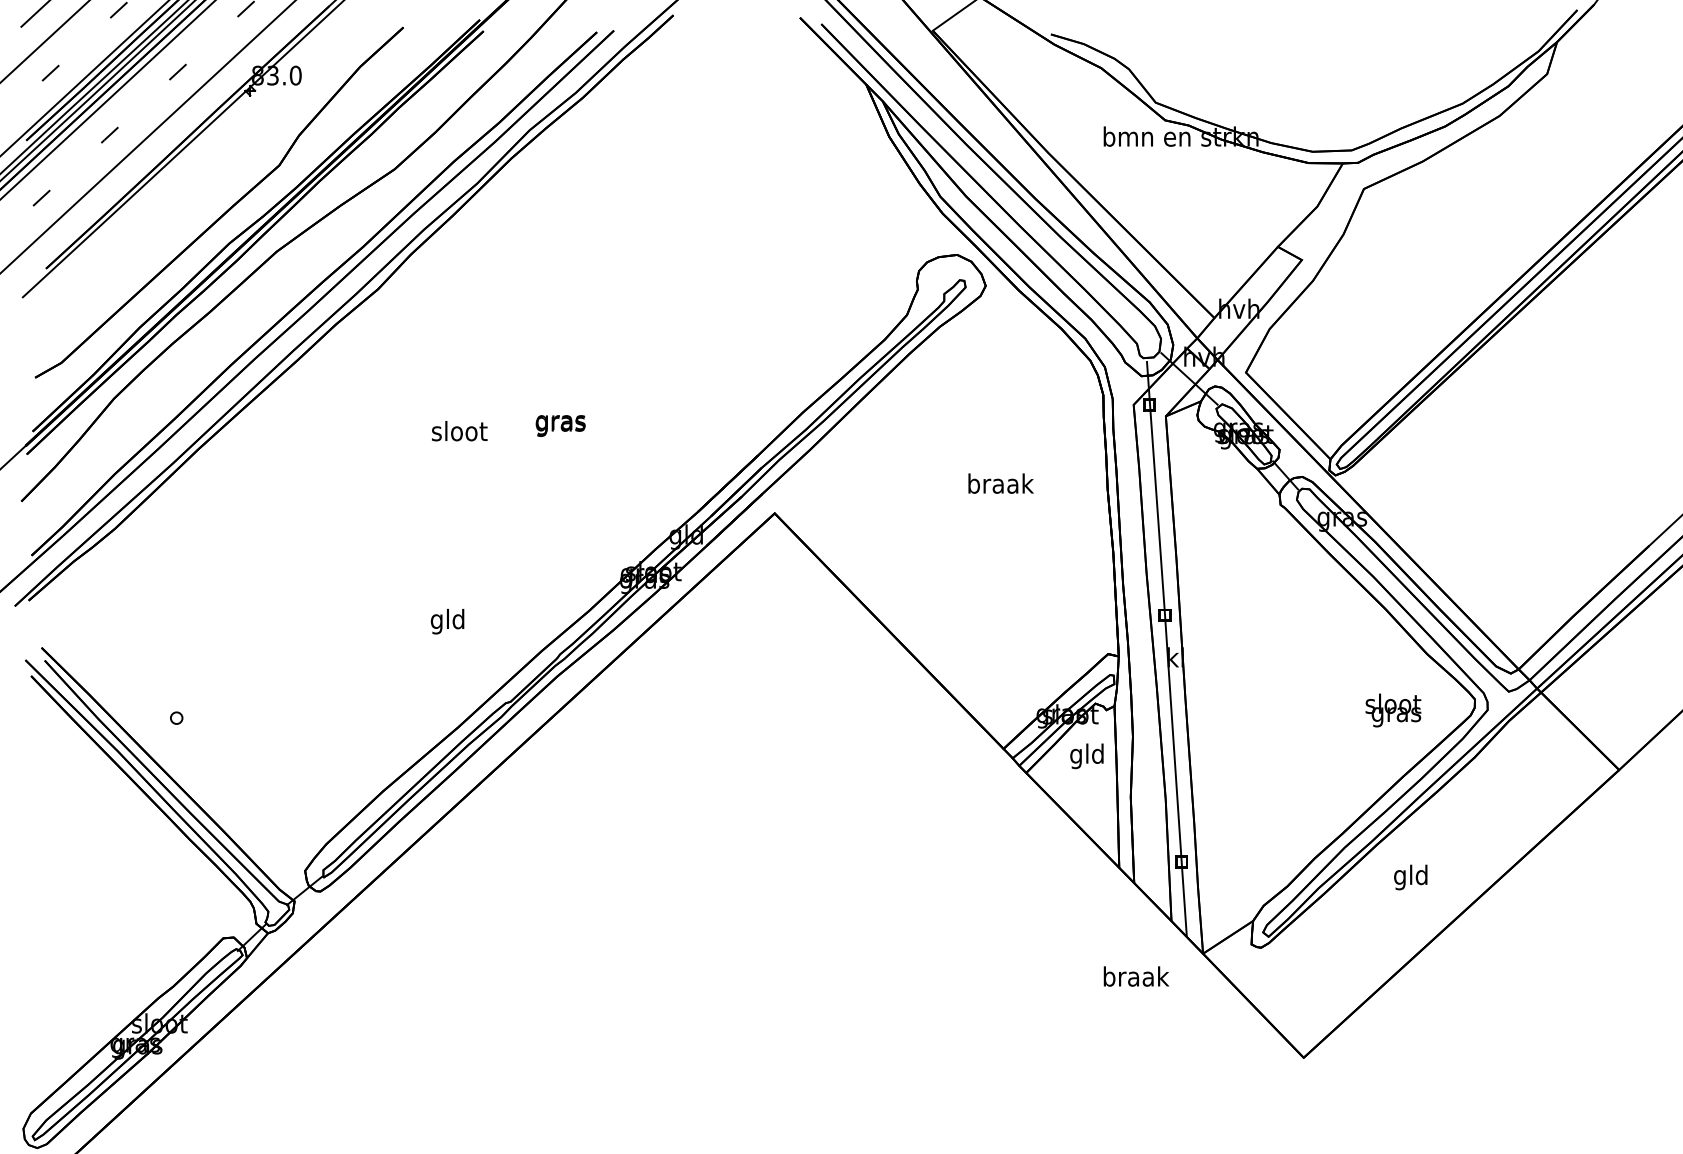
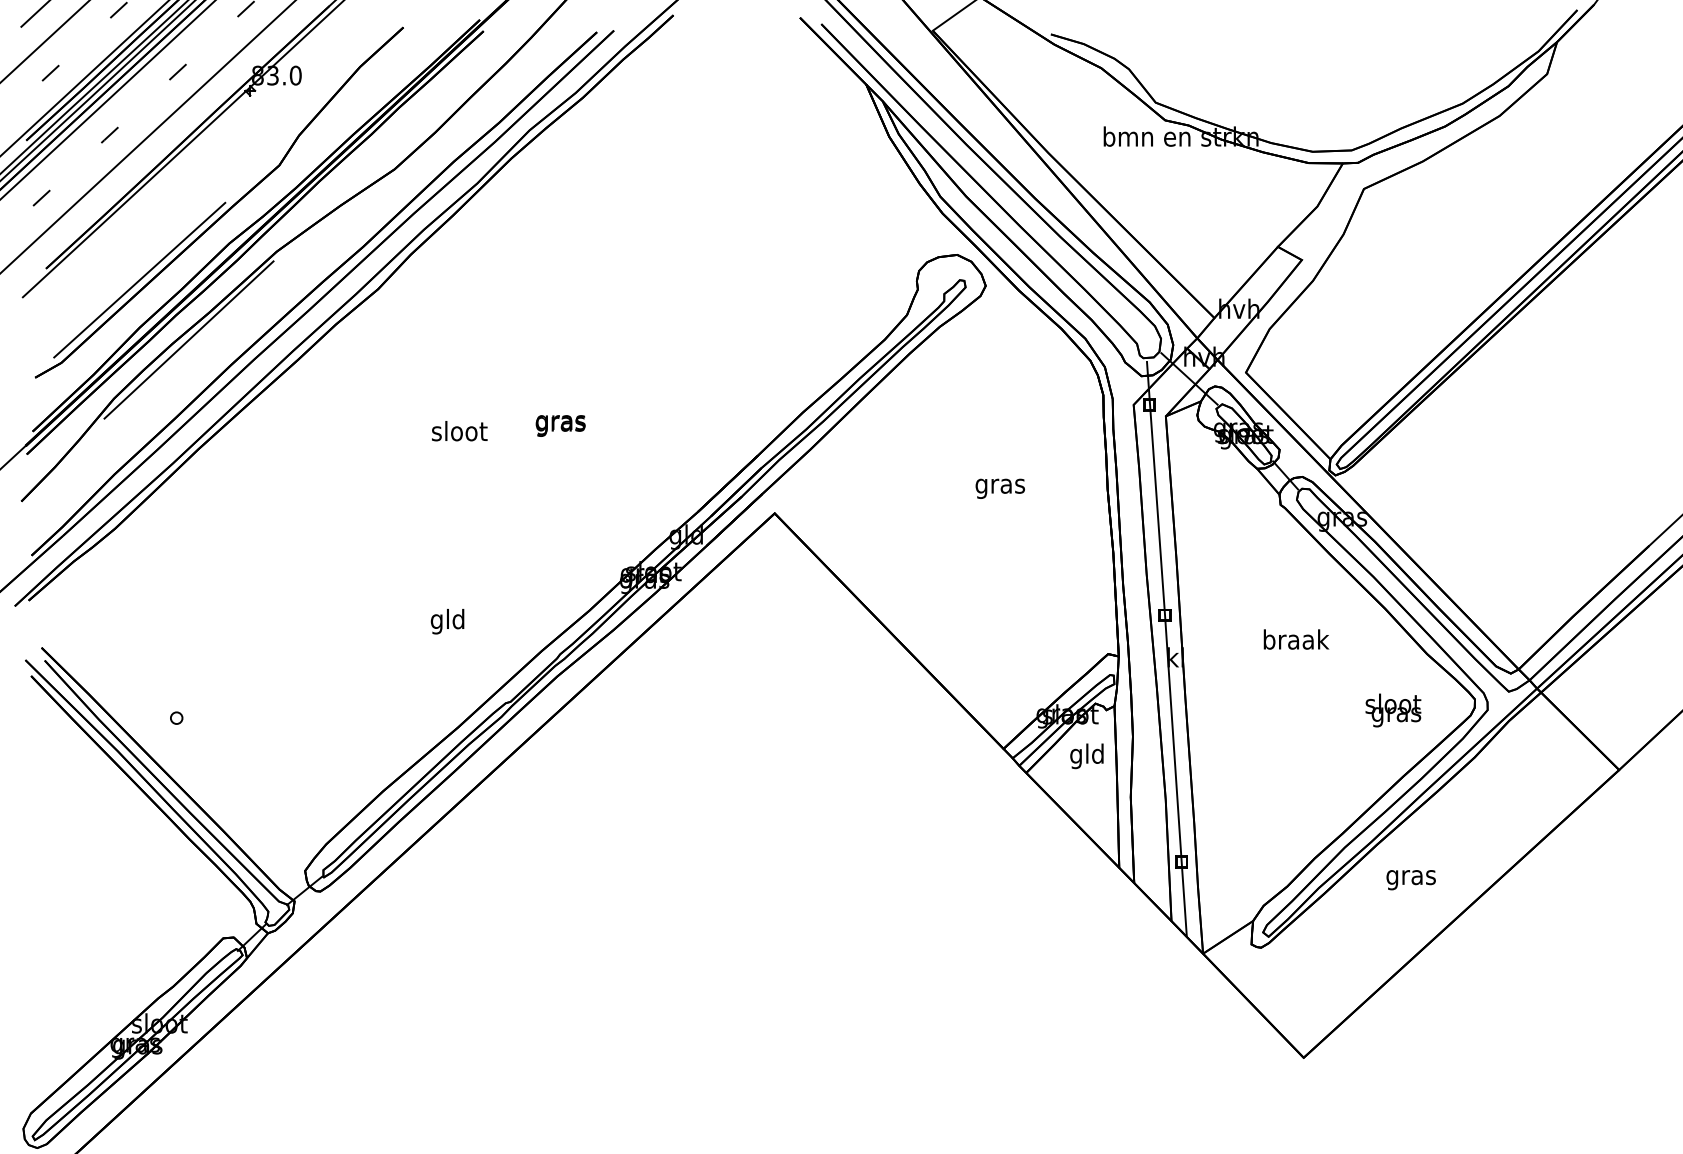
line at (139, 279): none -> present
line at (188, 339): none -> present
text at (1000, 485): braak -> gras
text at (1410, 877): gld -> gras
text at (1136, 976) position: (1136, 976) -> (1296, 639)
